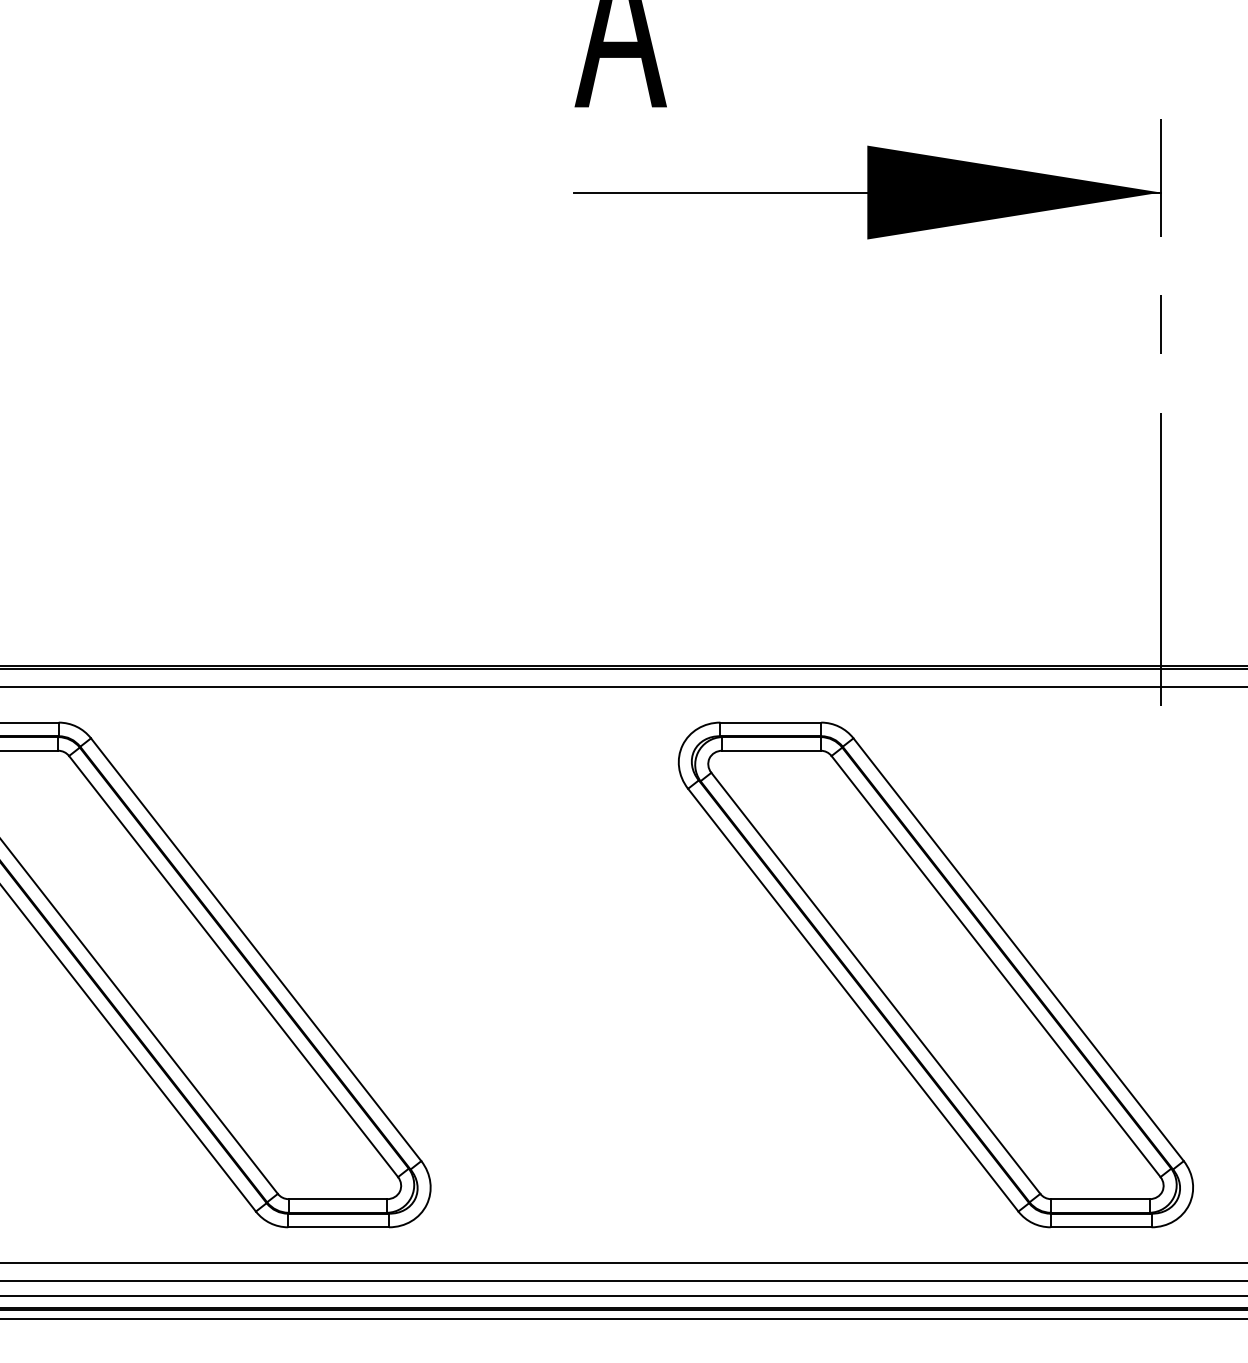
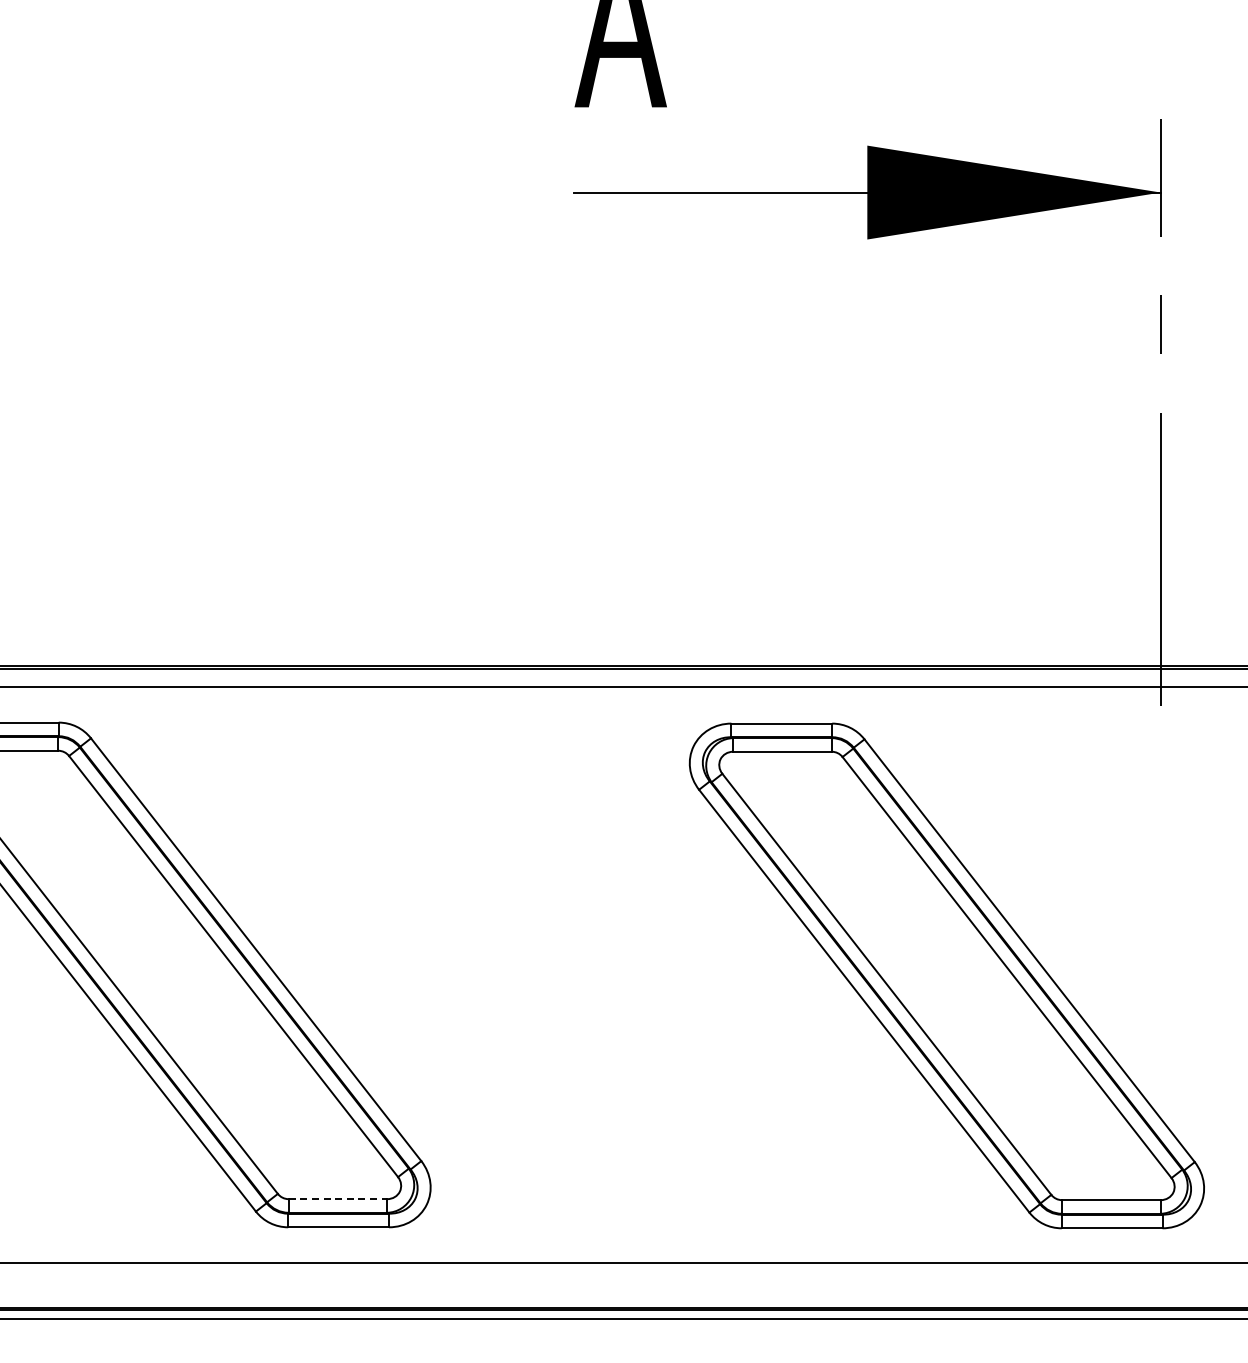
part at (935, 974) position: (935, 974) -> (946, 975)
line at (338, 1199): solid -> dashed
line at (623, 1281): present -> none
line at (623, 1295): present -> none
